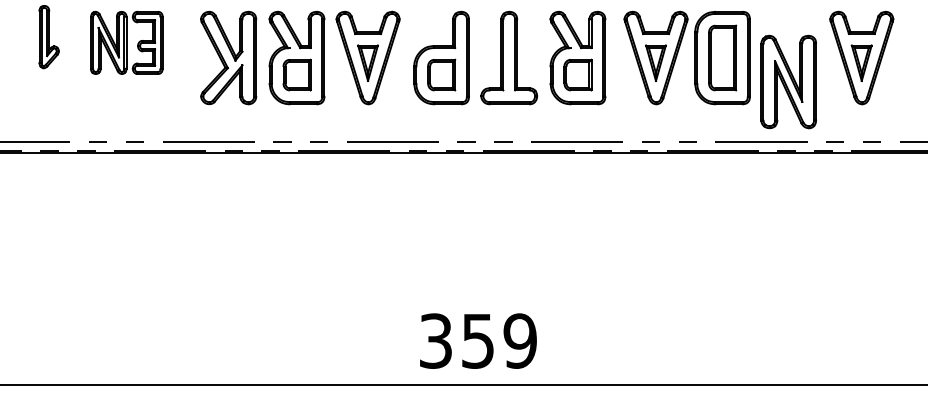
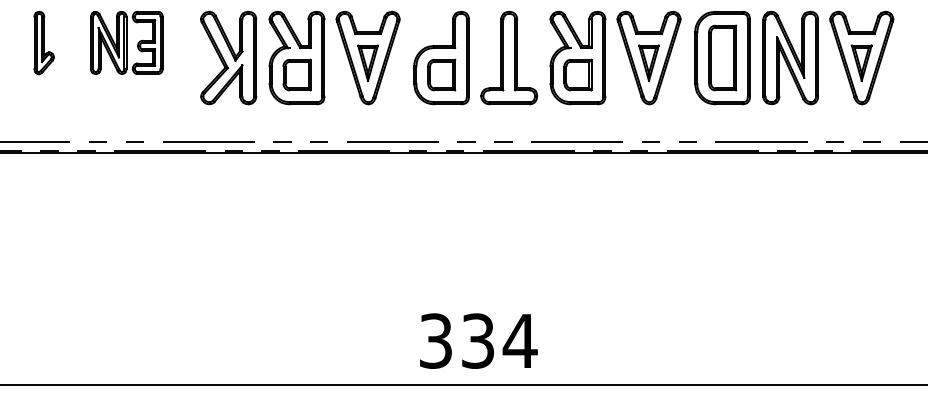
part at (48, 37) position: (48, 37) -> (43, 43)
part at (655, 57) position: (655, 57) -> (648, 57)
part at (788, 81) position: (788, 81) -> (790, 57)
text at (499, 340): 359 -> 334
